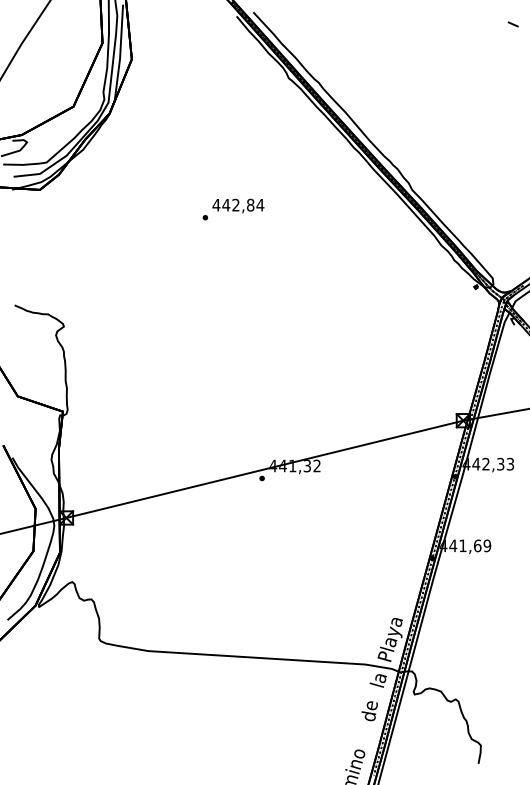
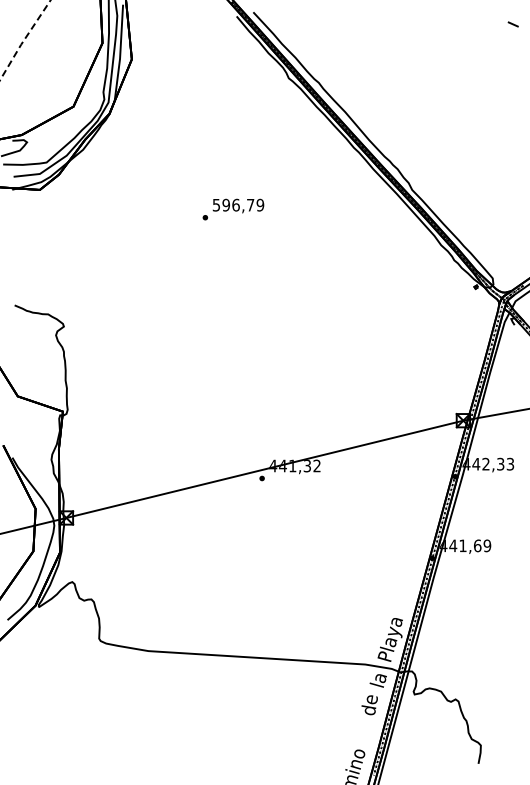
line at (24, 39): solid -> dashed
text at (238, 204): 442,84 -> 596,79
text at (369, 711) position: (369, 711) -> (369, 705)
